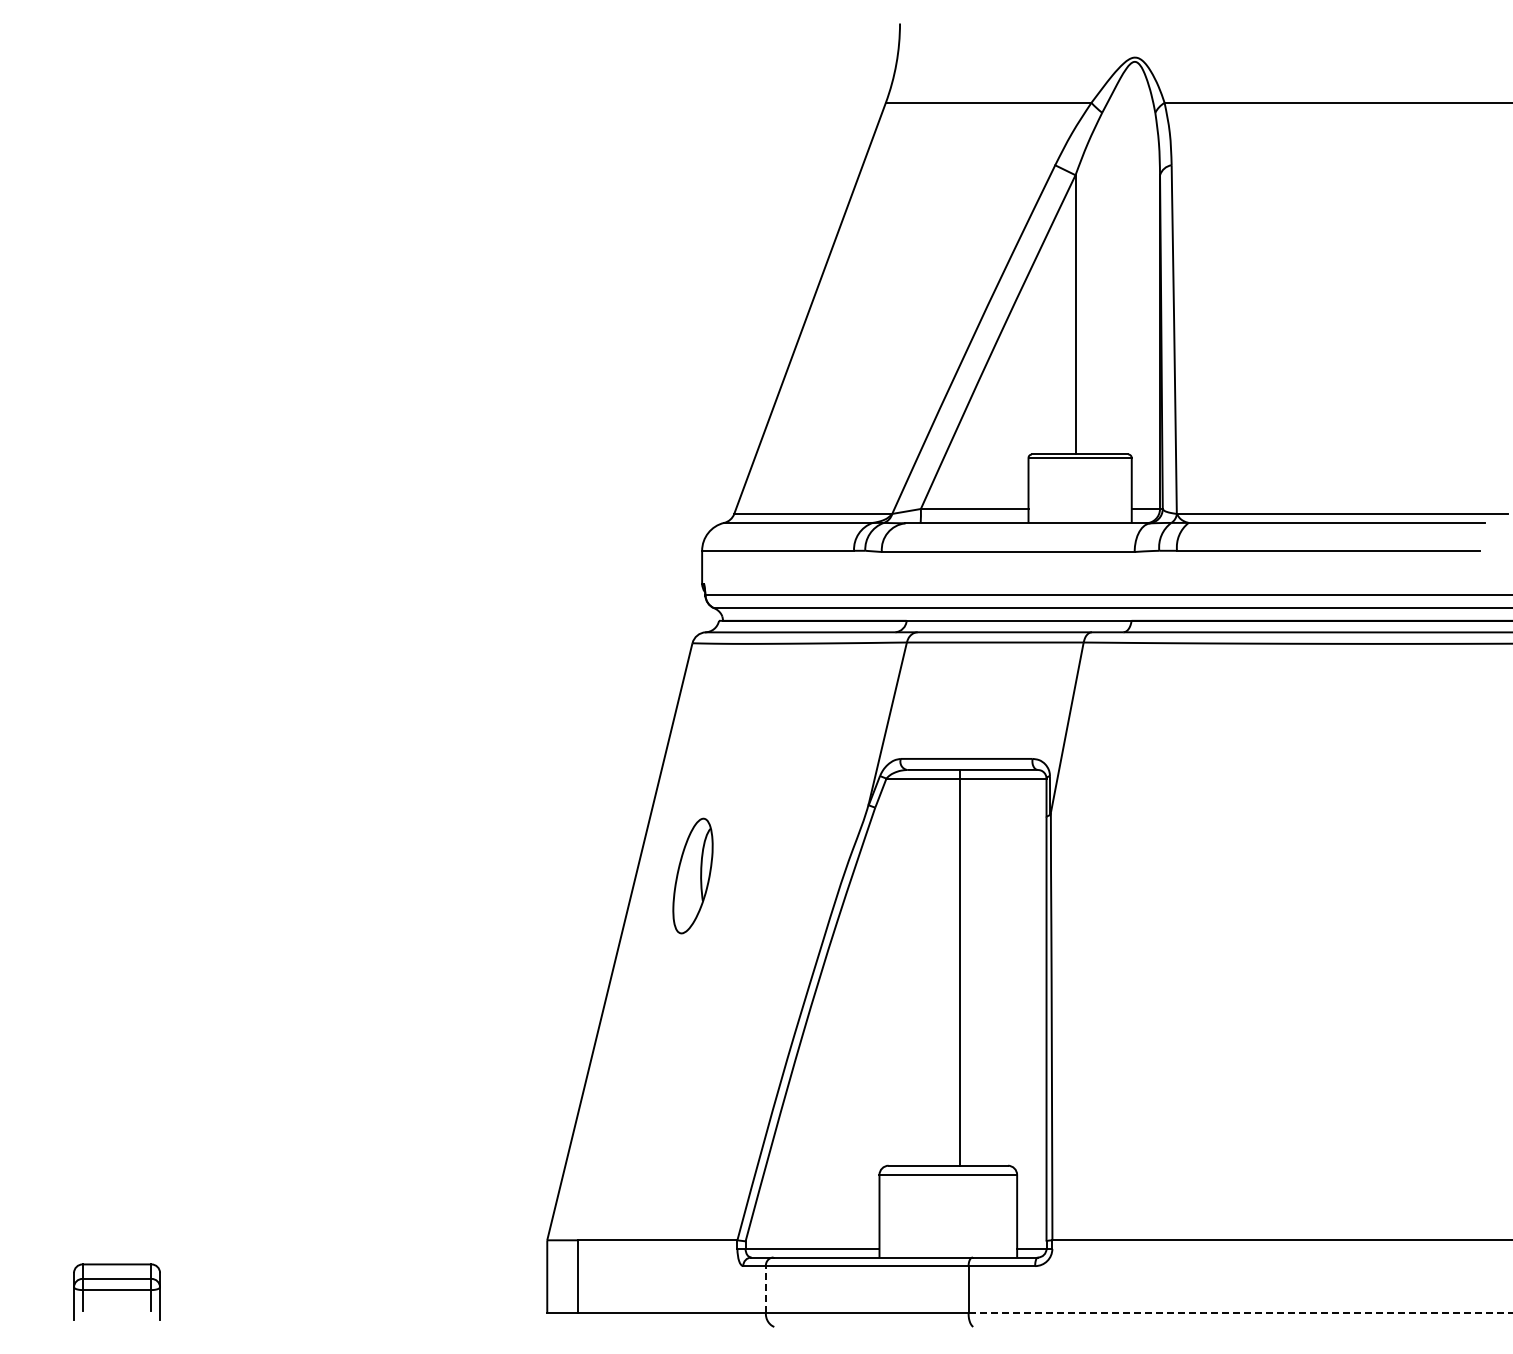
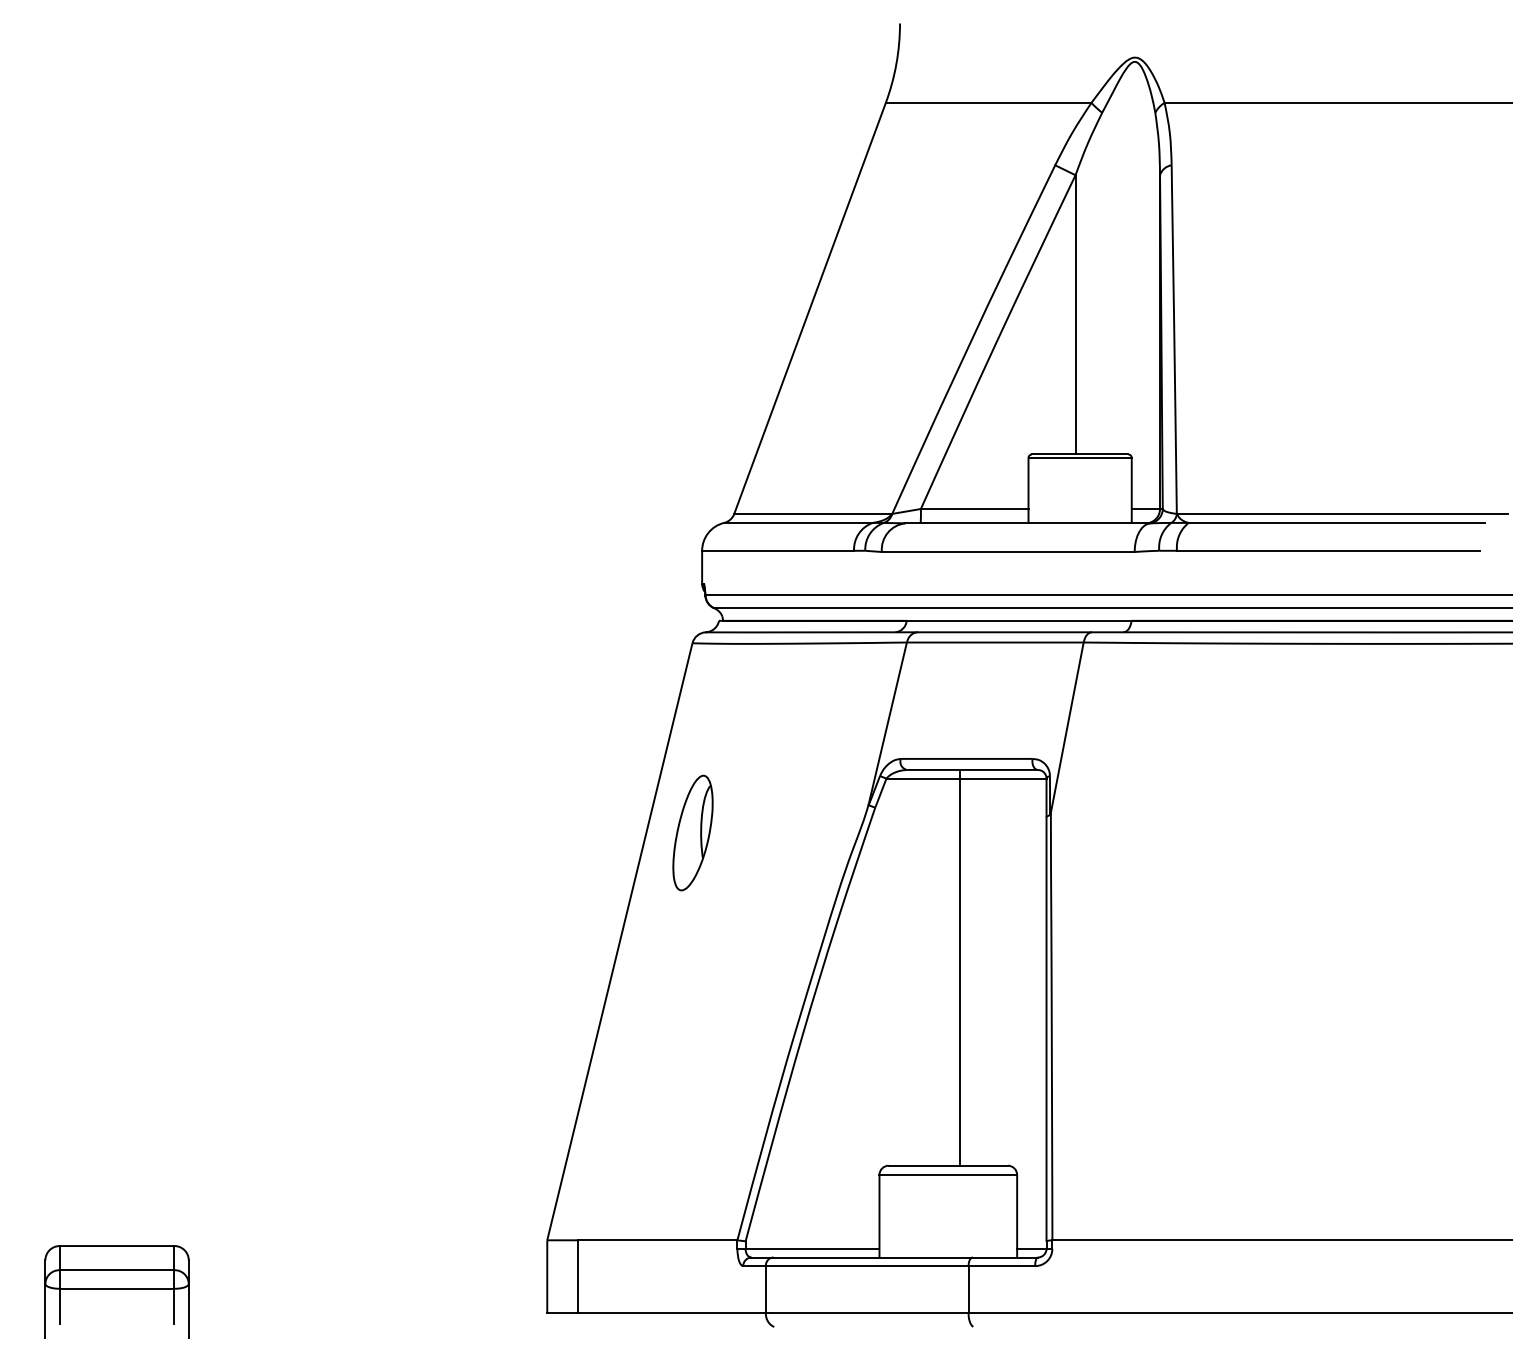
part at (692, 875) position: (692, 875) -> (692, 832)
line at (765, 1289): dashed -> solid
part at (116, 1291) size: 88x58 px -> 146x94 px
line at (1241, 1313): dashed -> solid
